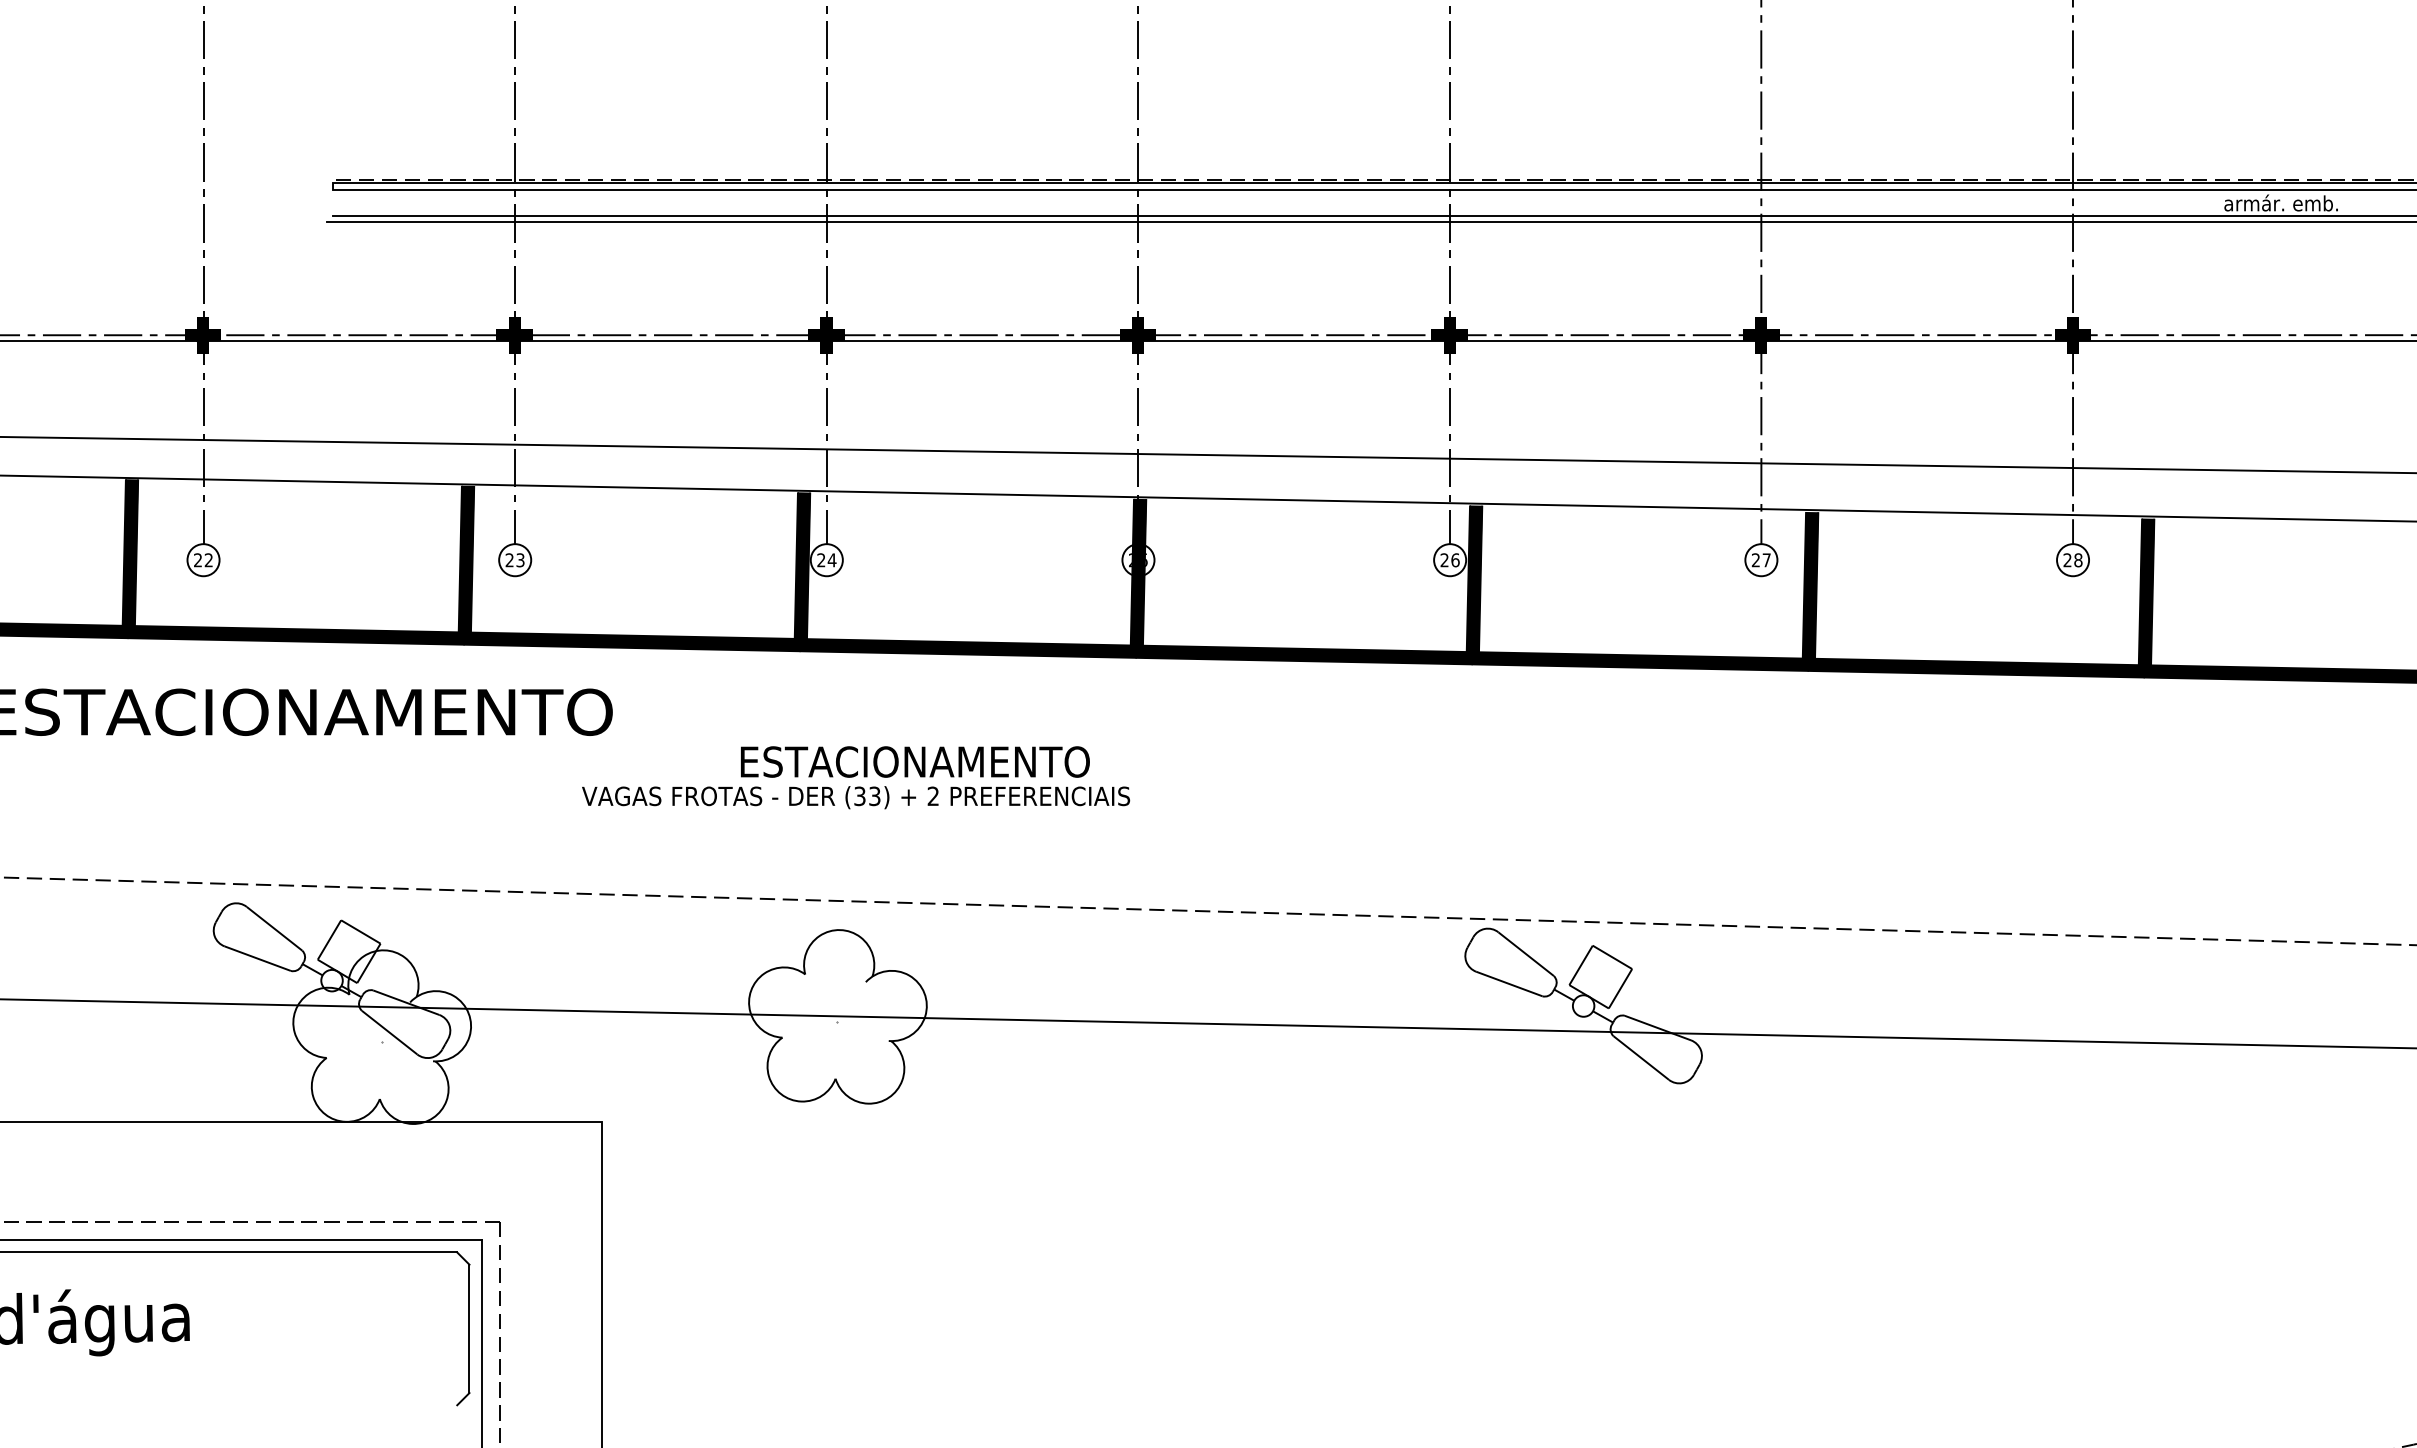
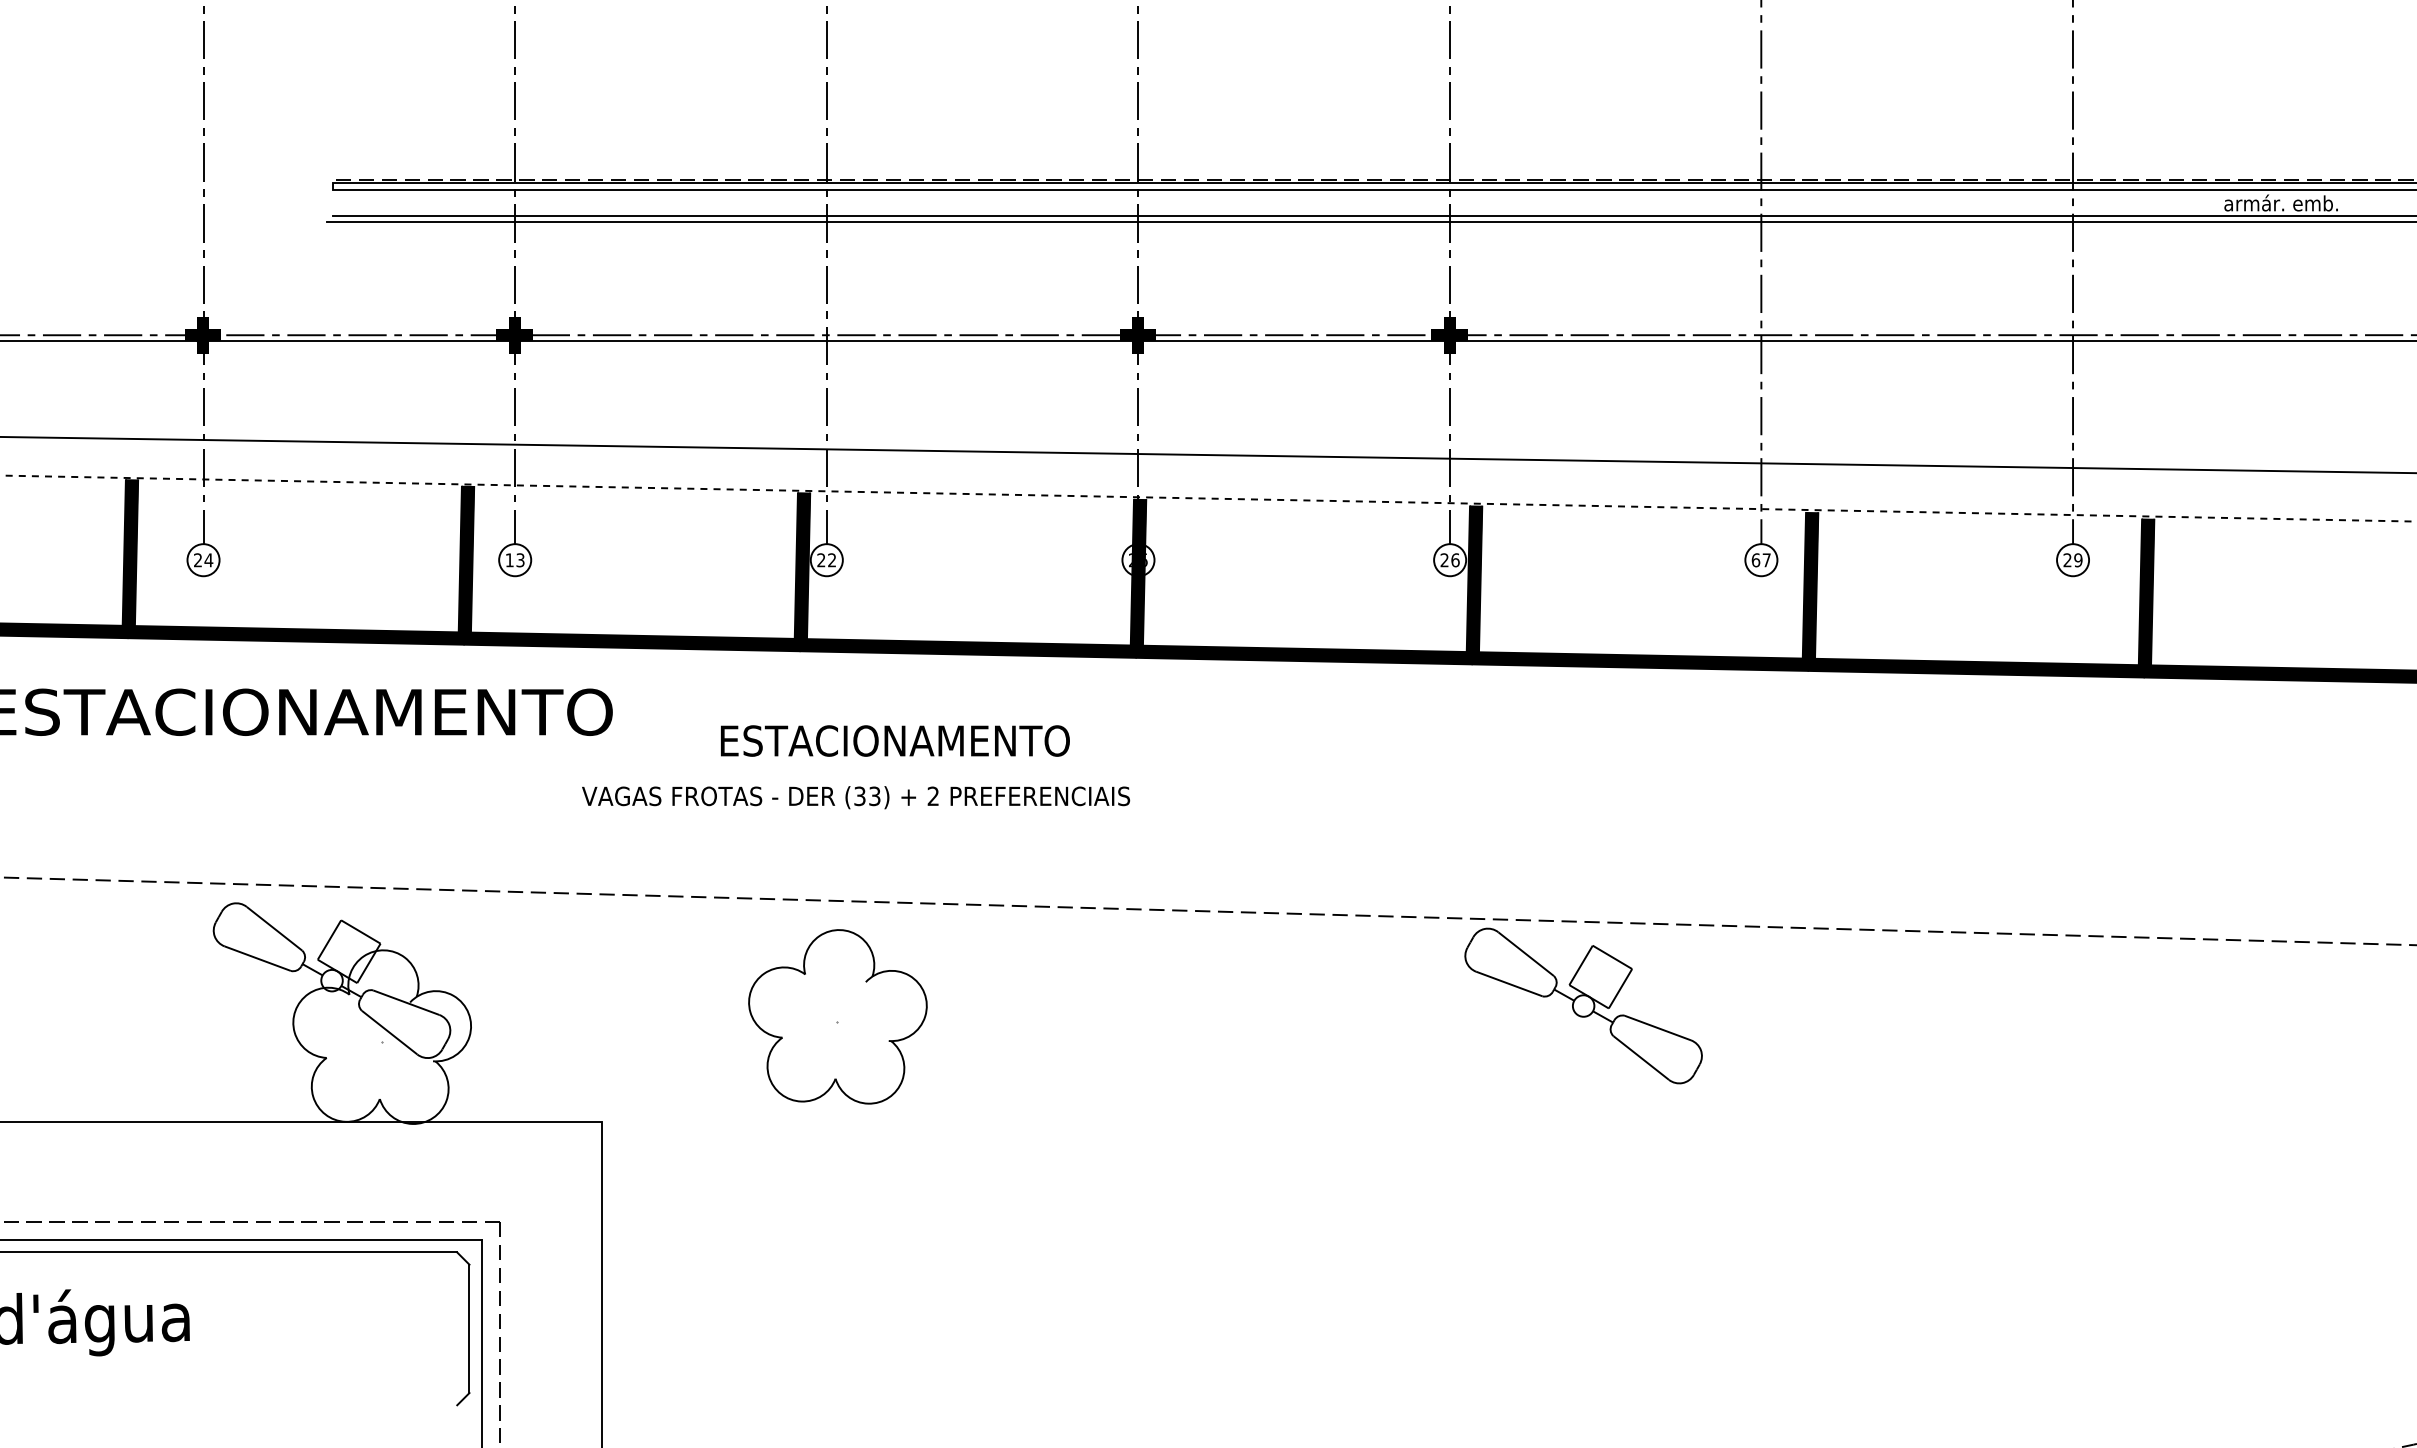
fill at (826, 335): present -> none
fill at (1761, 335): present -> none
fill at (2072, 335): present -> none
line at (1208, 498): solid -> dashed
text at (208, 560): 22 -> 24
text at (509, 560): 23 -> 13
text at (831, 560): 24 -> 22
text at (1755, 560): 27 -> 67
text at (2078, 560): 28 -> 29
text at (915, 761) position: (915, 761) -> (895, 740)
line at (1207, 1023): present -> none
